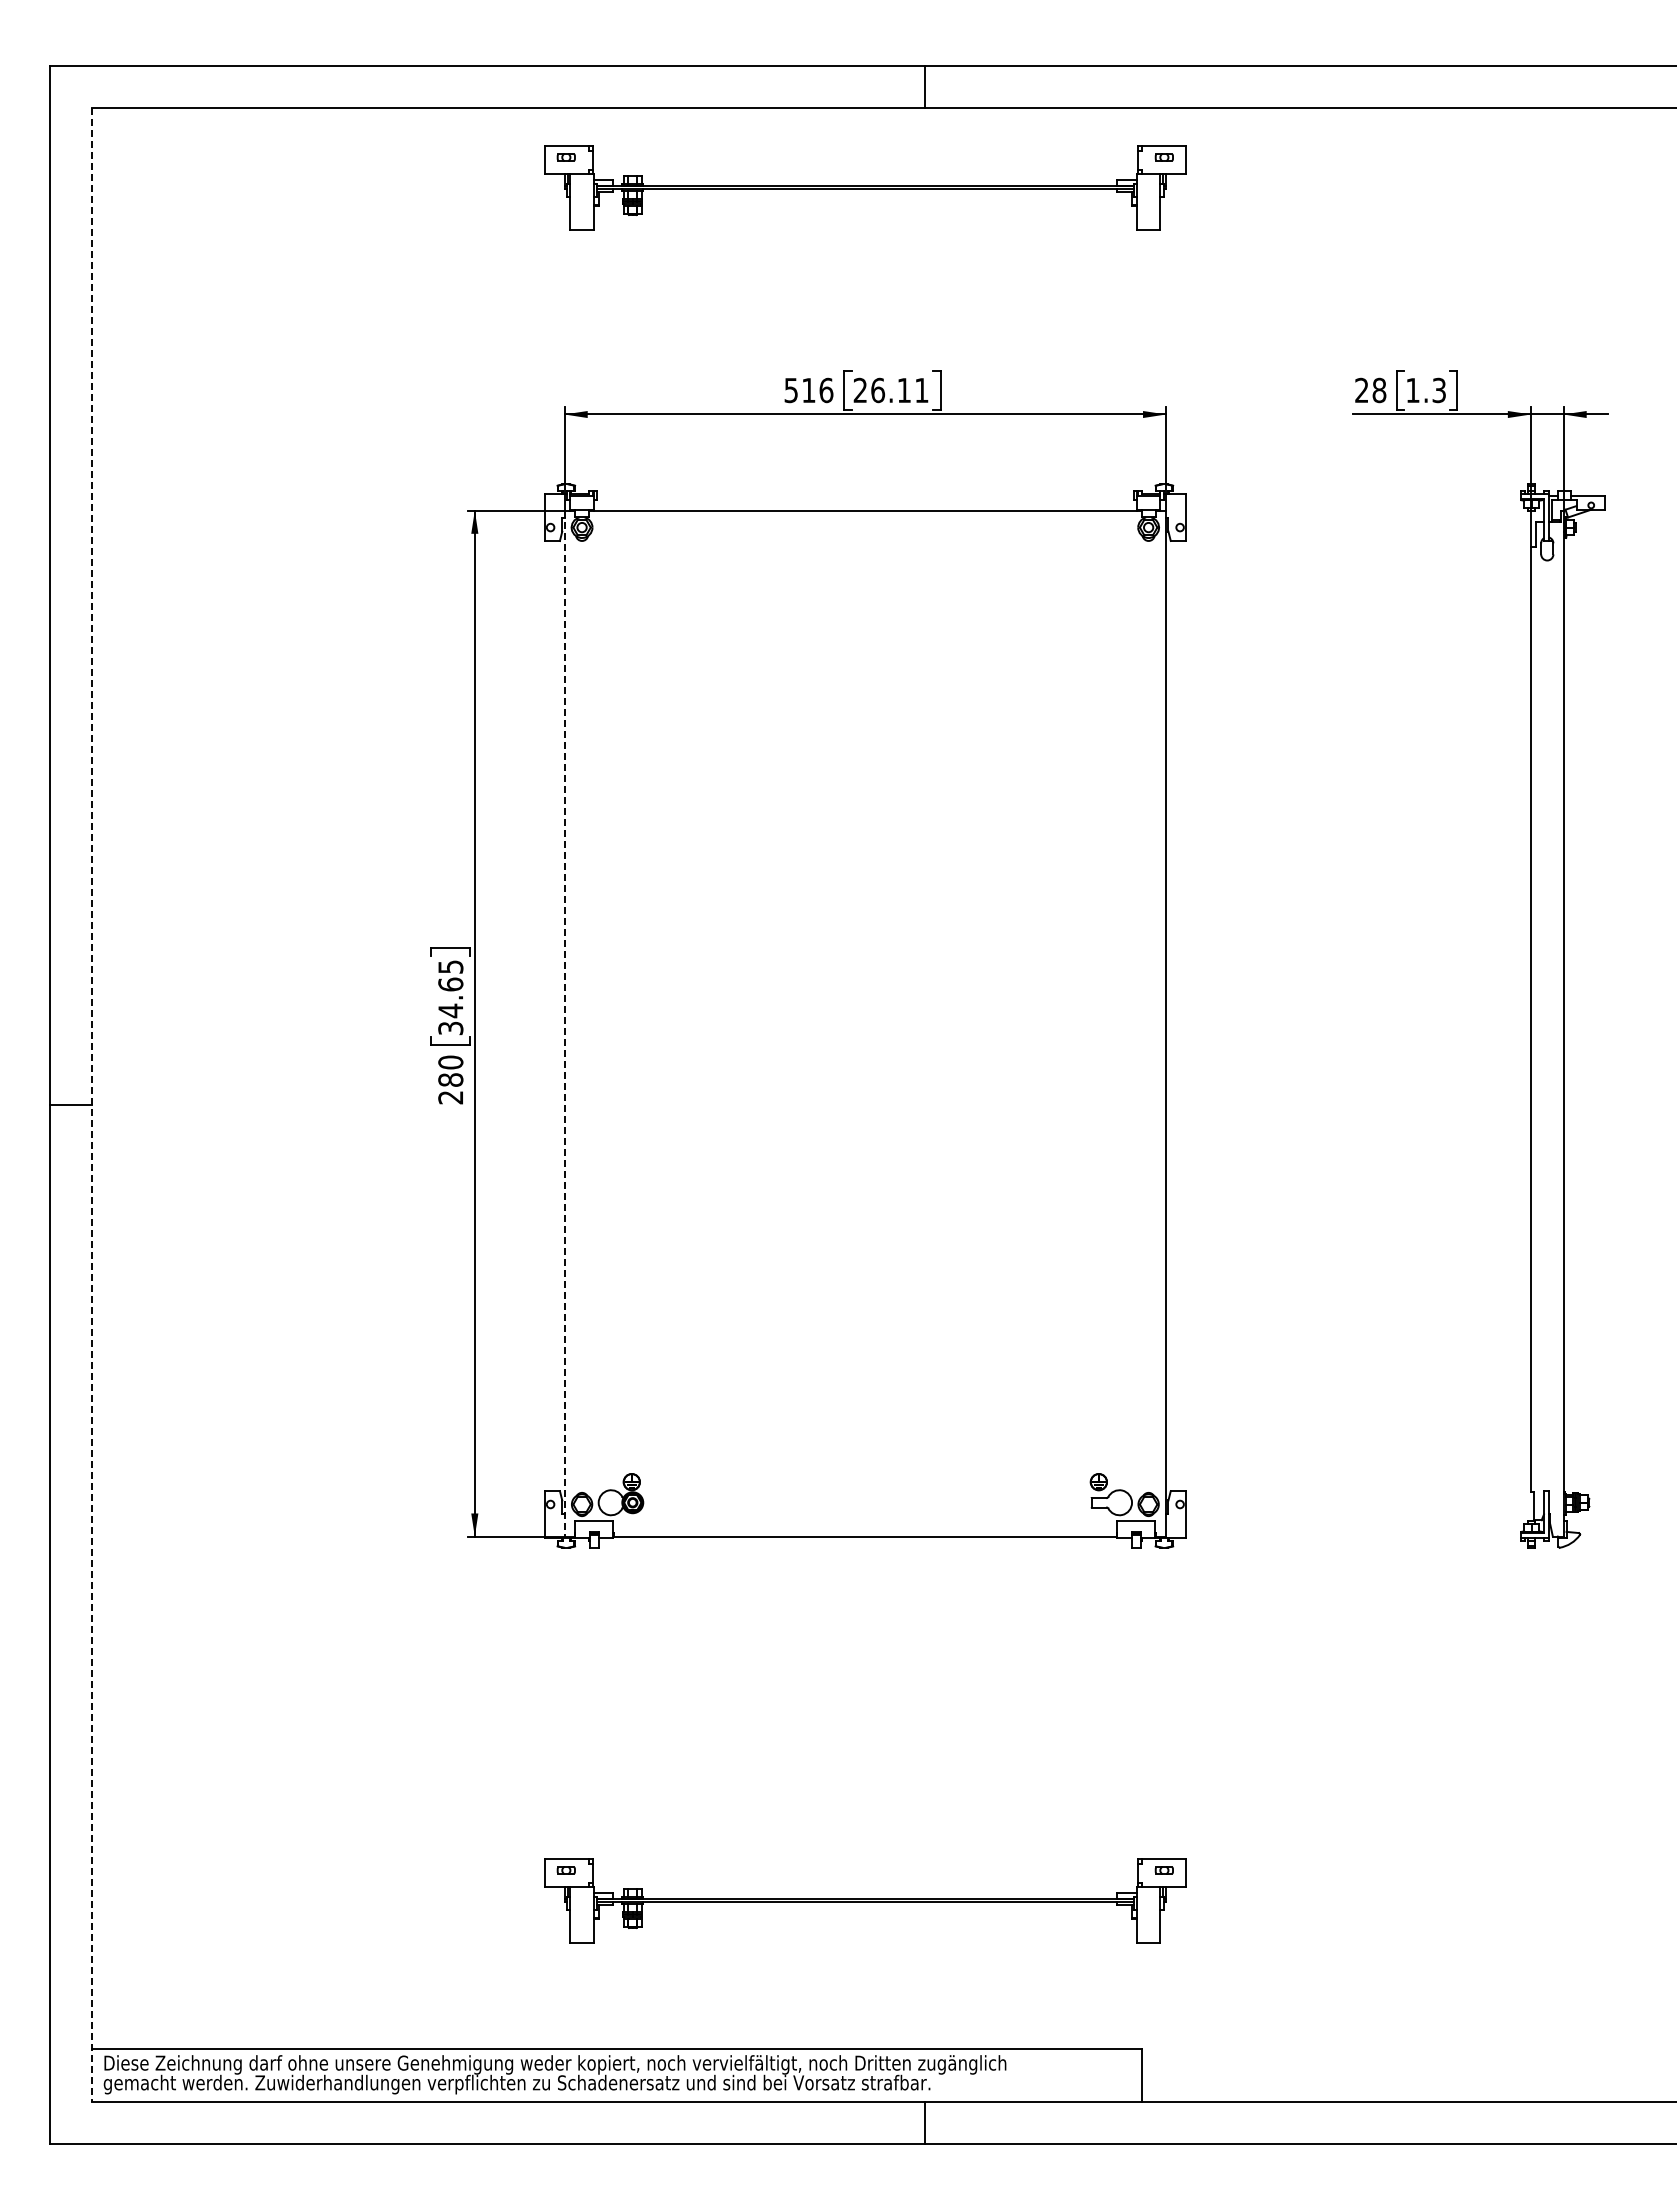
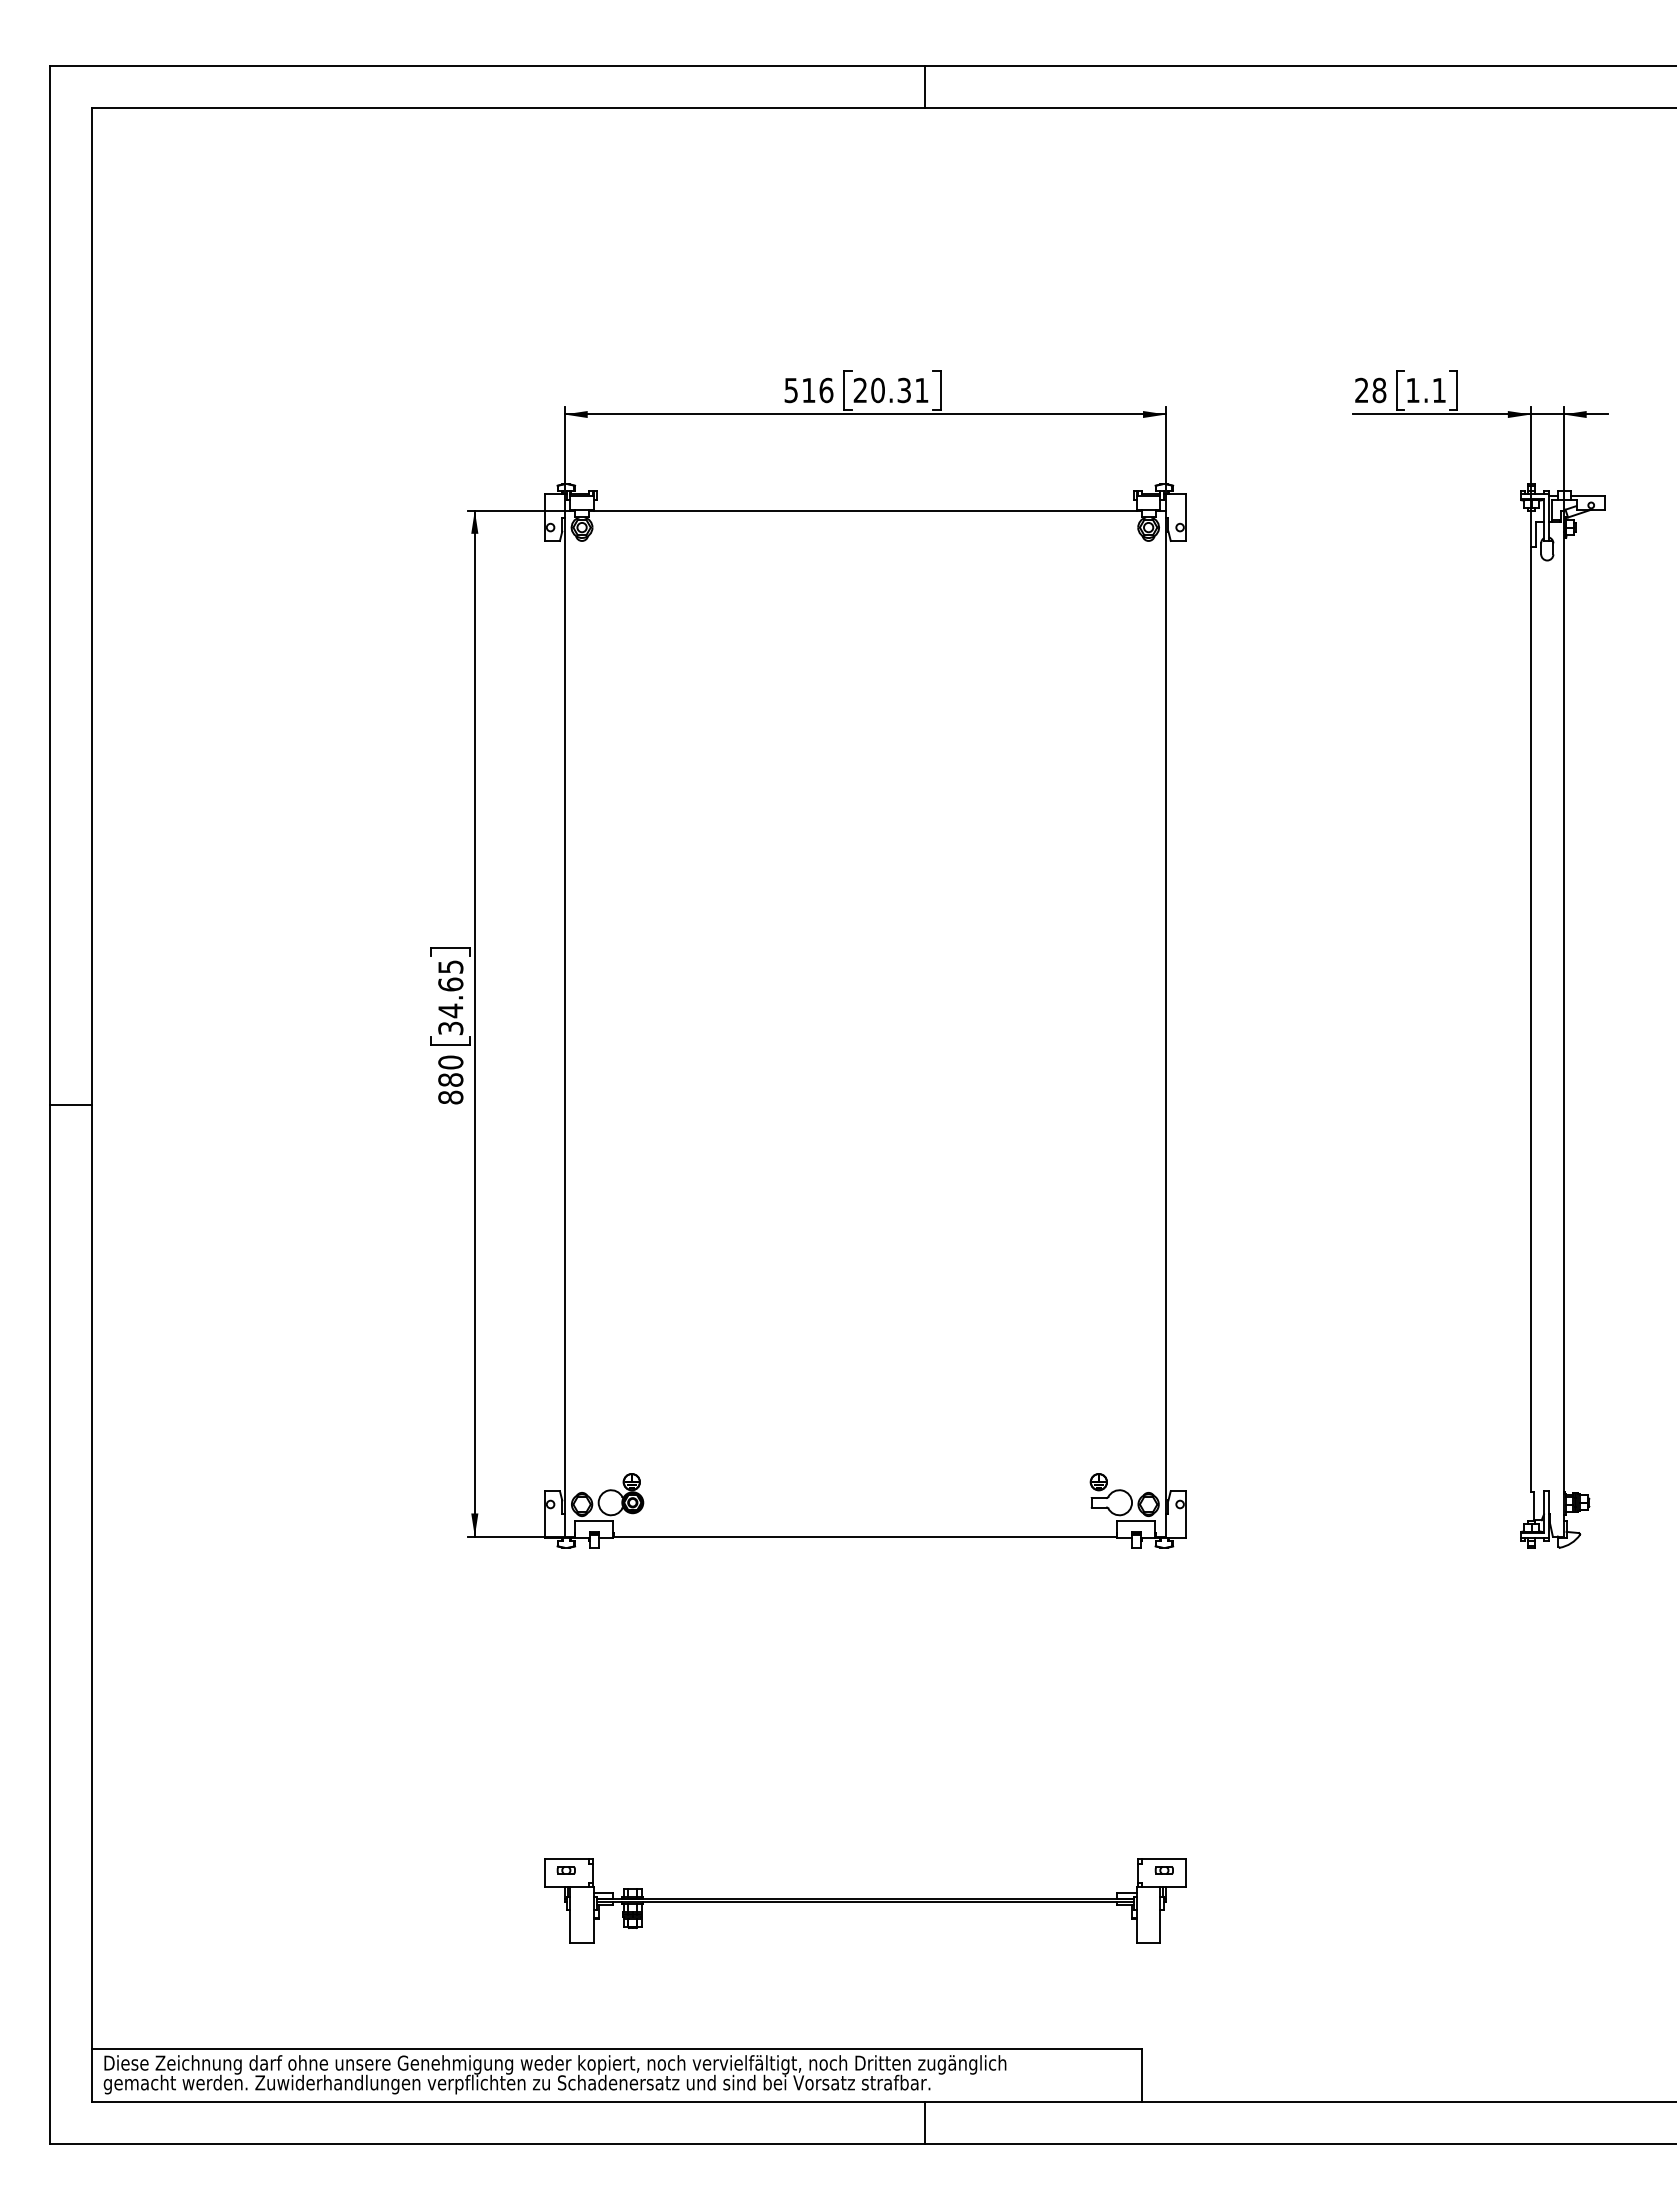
part at (865, 187): present -> none
text at (890, 390): 26.11 -> 20.31
text at (1438, 390): 1.3 -> 1.1
line at (564, 1023): dashed -> solid
text at (450, 1097): 280 -> 880
line at (92, 1105): dashed -> solid
